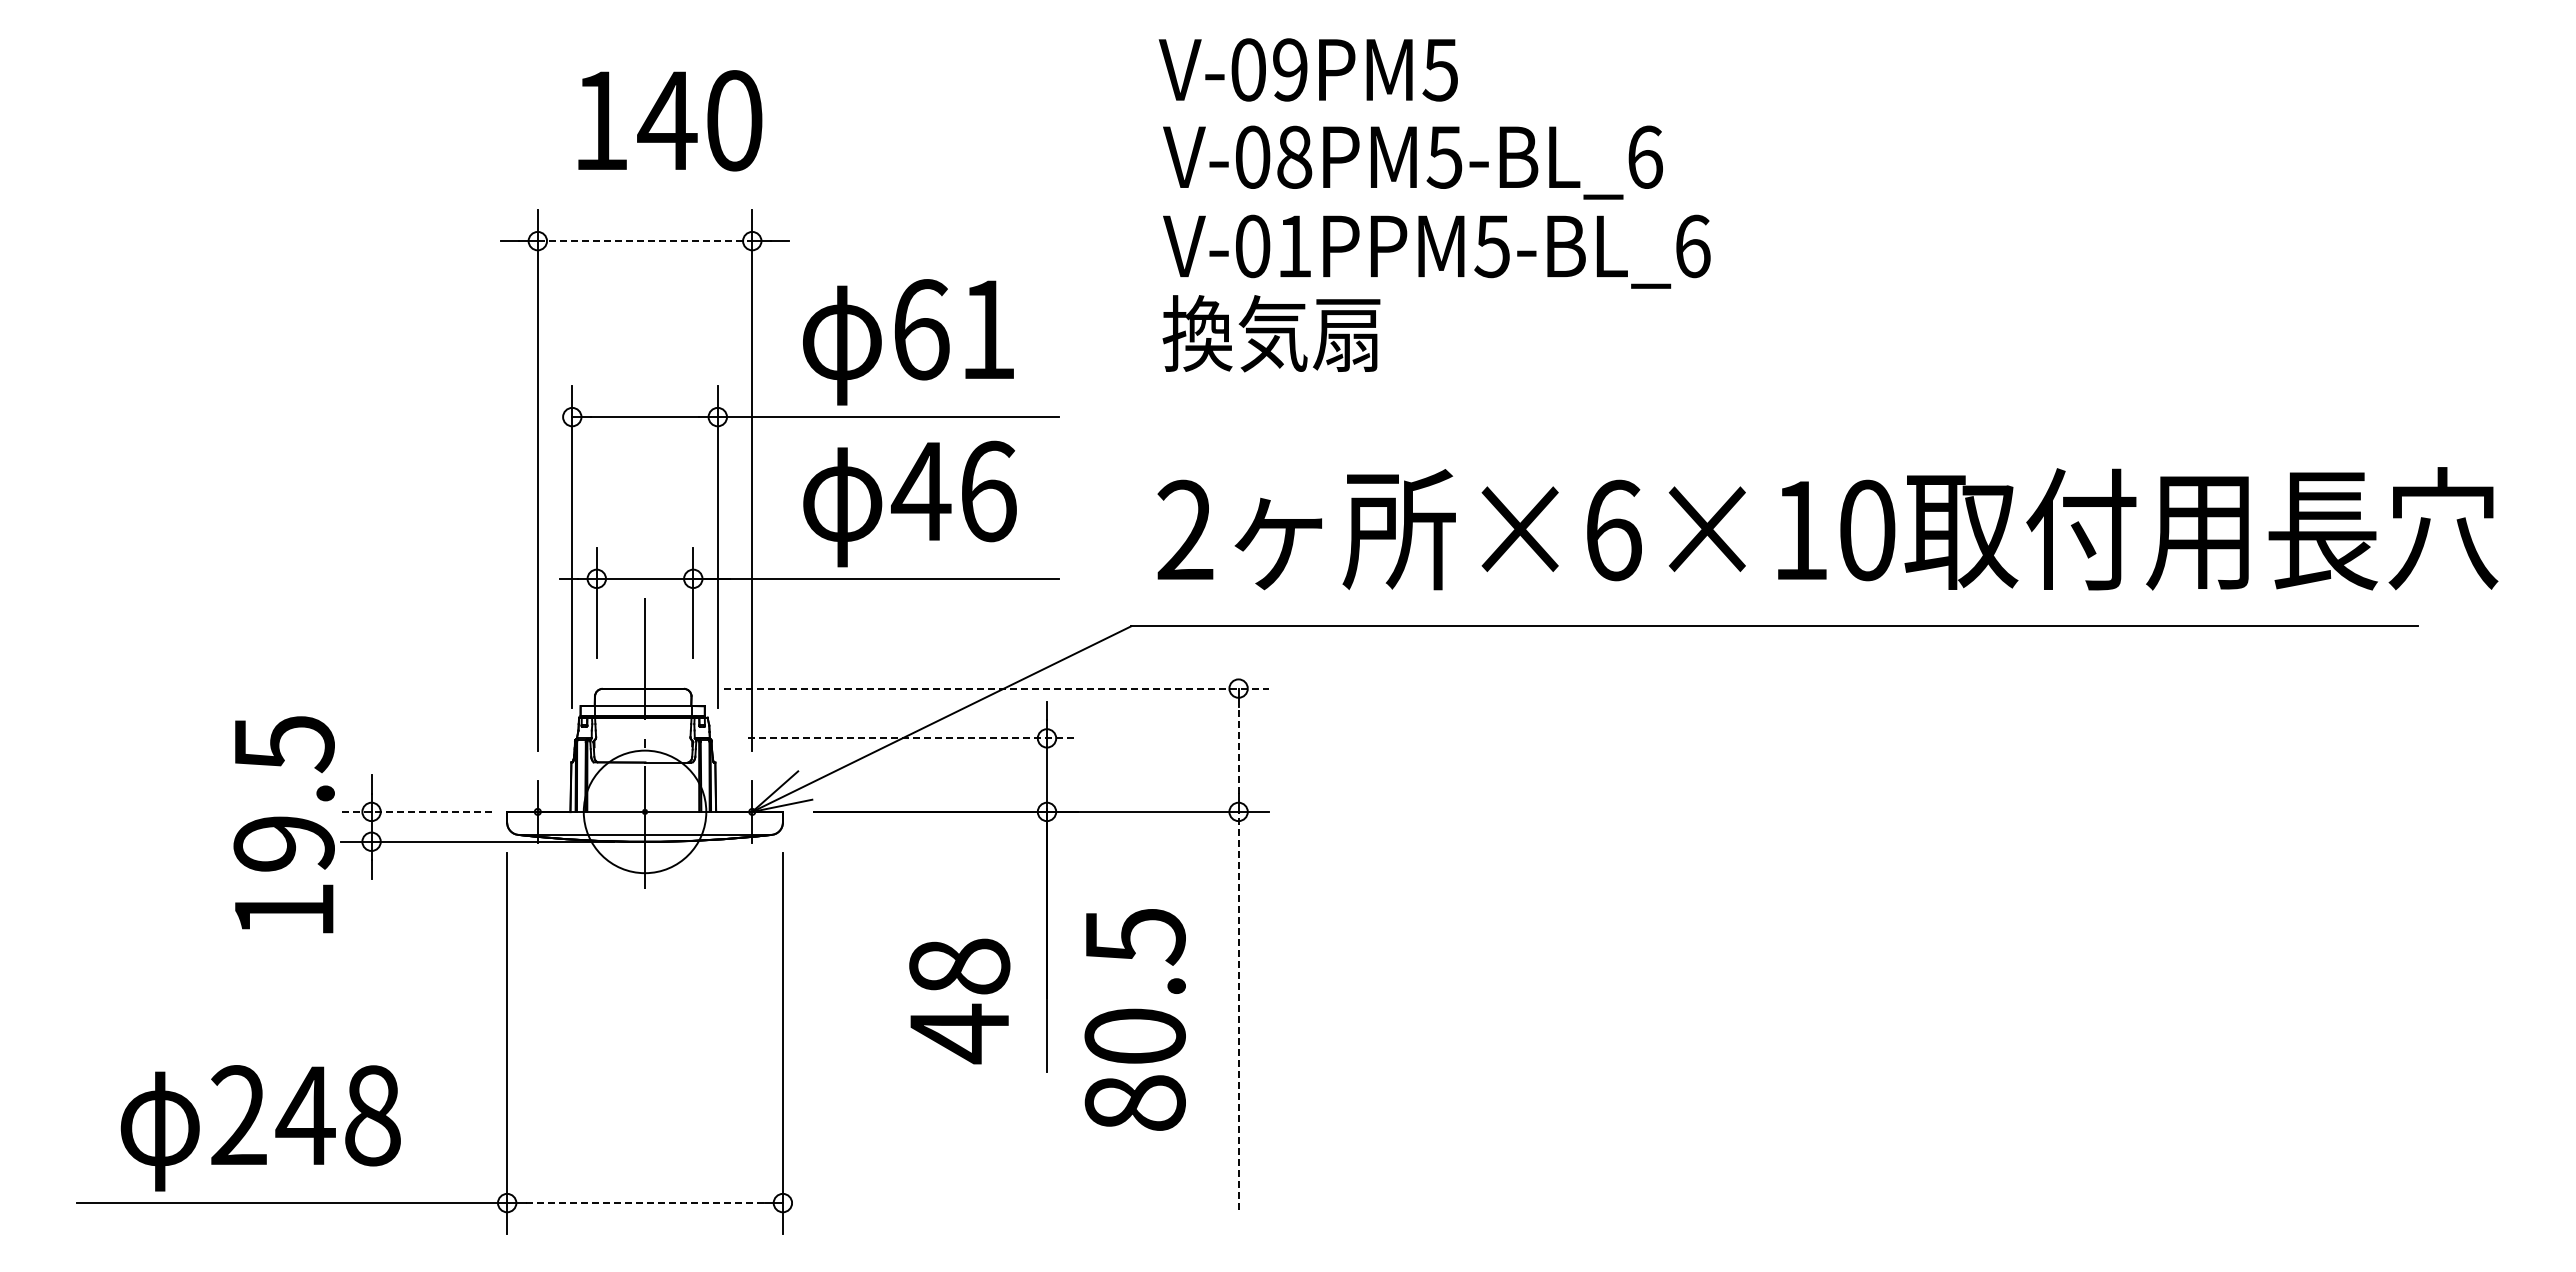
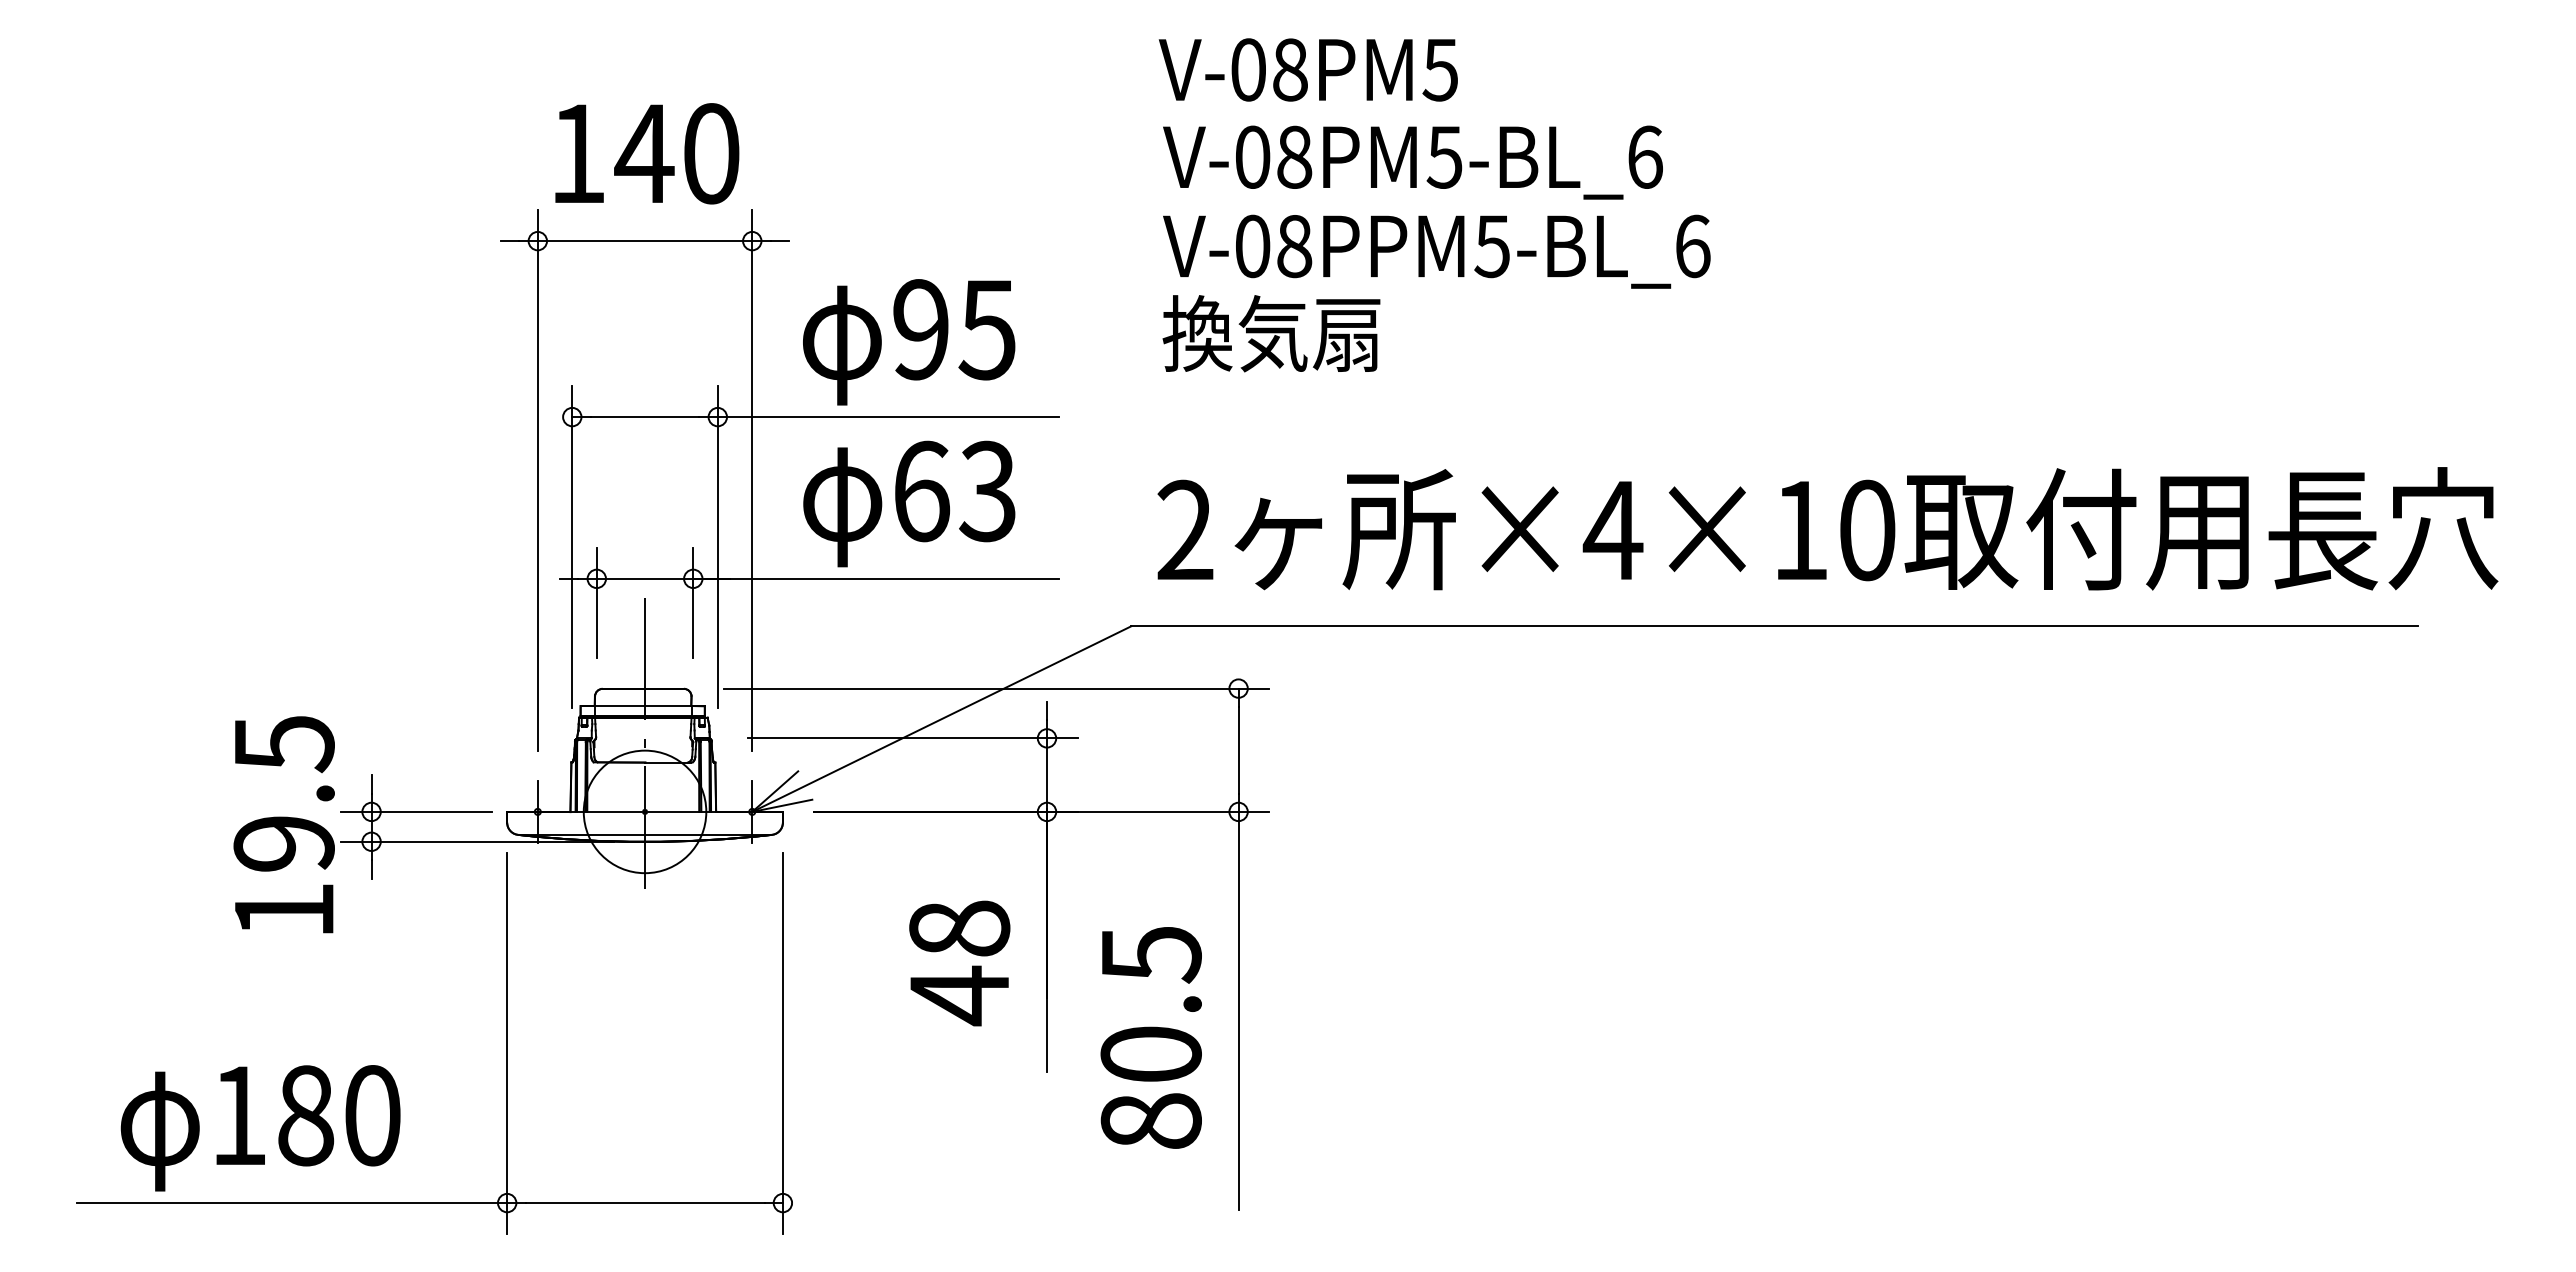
text at (1290, 69): V-09PM5 -> V-08PM5
text at (670, 120) position: (670, 120) -> (647, 153)
line at (645, 241): dashed -> solid
text at (1294, 246): V-01PPM5-BL_6 -> V-08PPM5-BL_6
text at (954, 329): 61 -> 95
text at (953, 491): 46 -> 63
text at (1612, 530): ×6×10 -> ×4×10
line at (996, 688): dashed -> solid
line at (913, 738): dashed -> solid
line at (1238, 749): dashed -> solid
line at (415, 811): dashed -> solid
text at (959, 1001) position: (959, 1001) -> (959, 963)
line at (1238, 1010): dashed -> solid
text at (1134, 1019) position: (1134, 1019) -> (1150, 1037)
text at (305, 1115): 248 -> 180
line at (645, 1203): dashed -> solid
